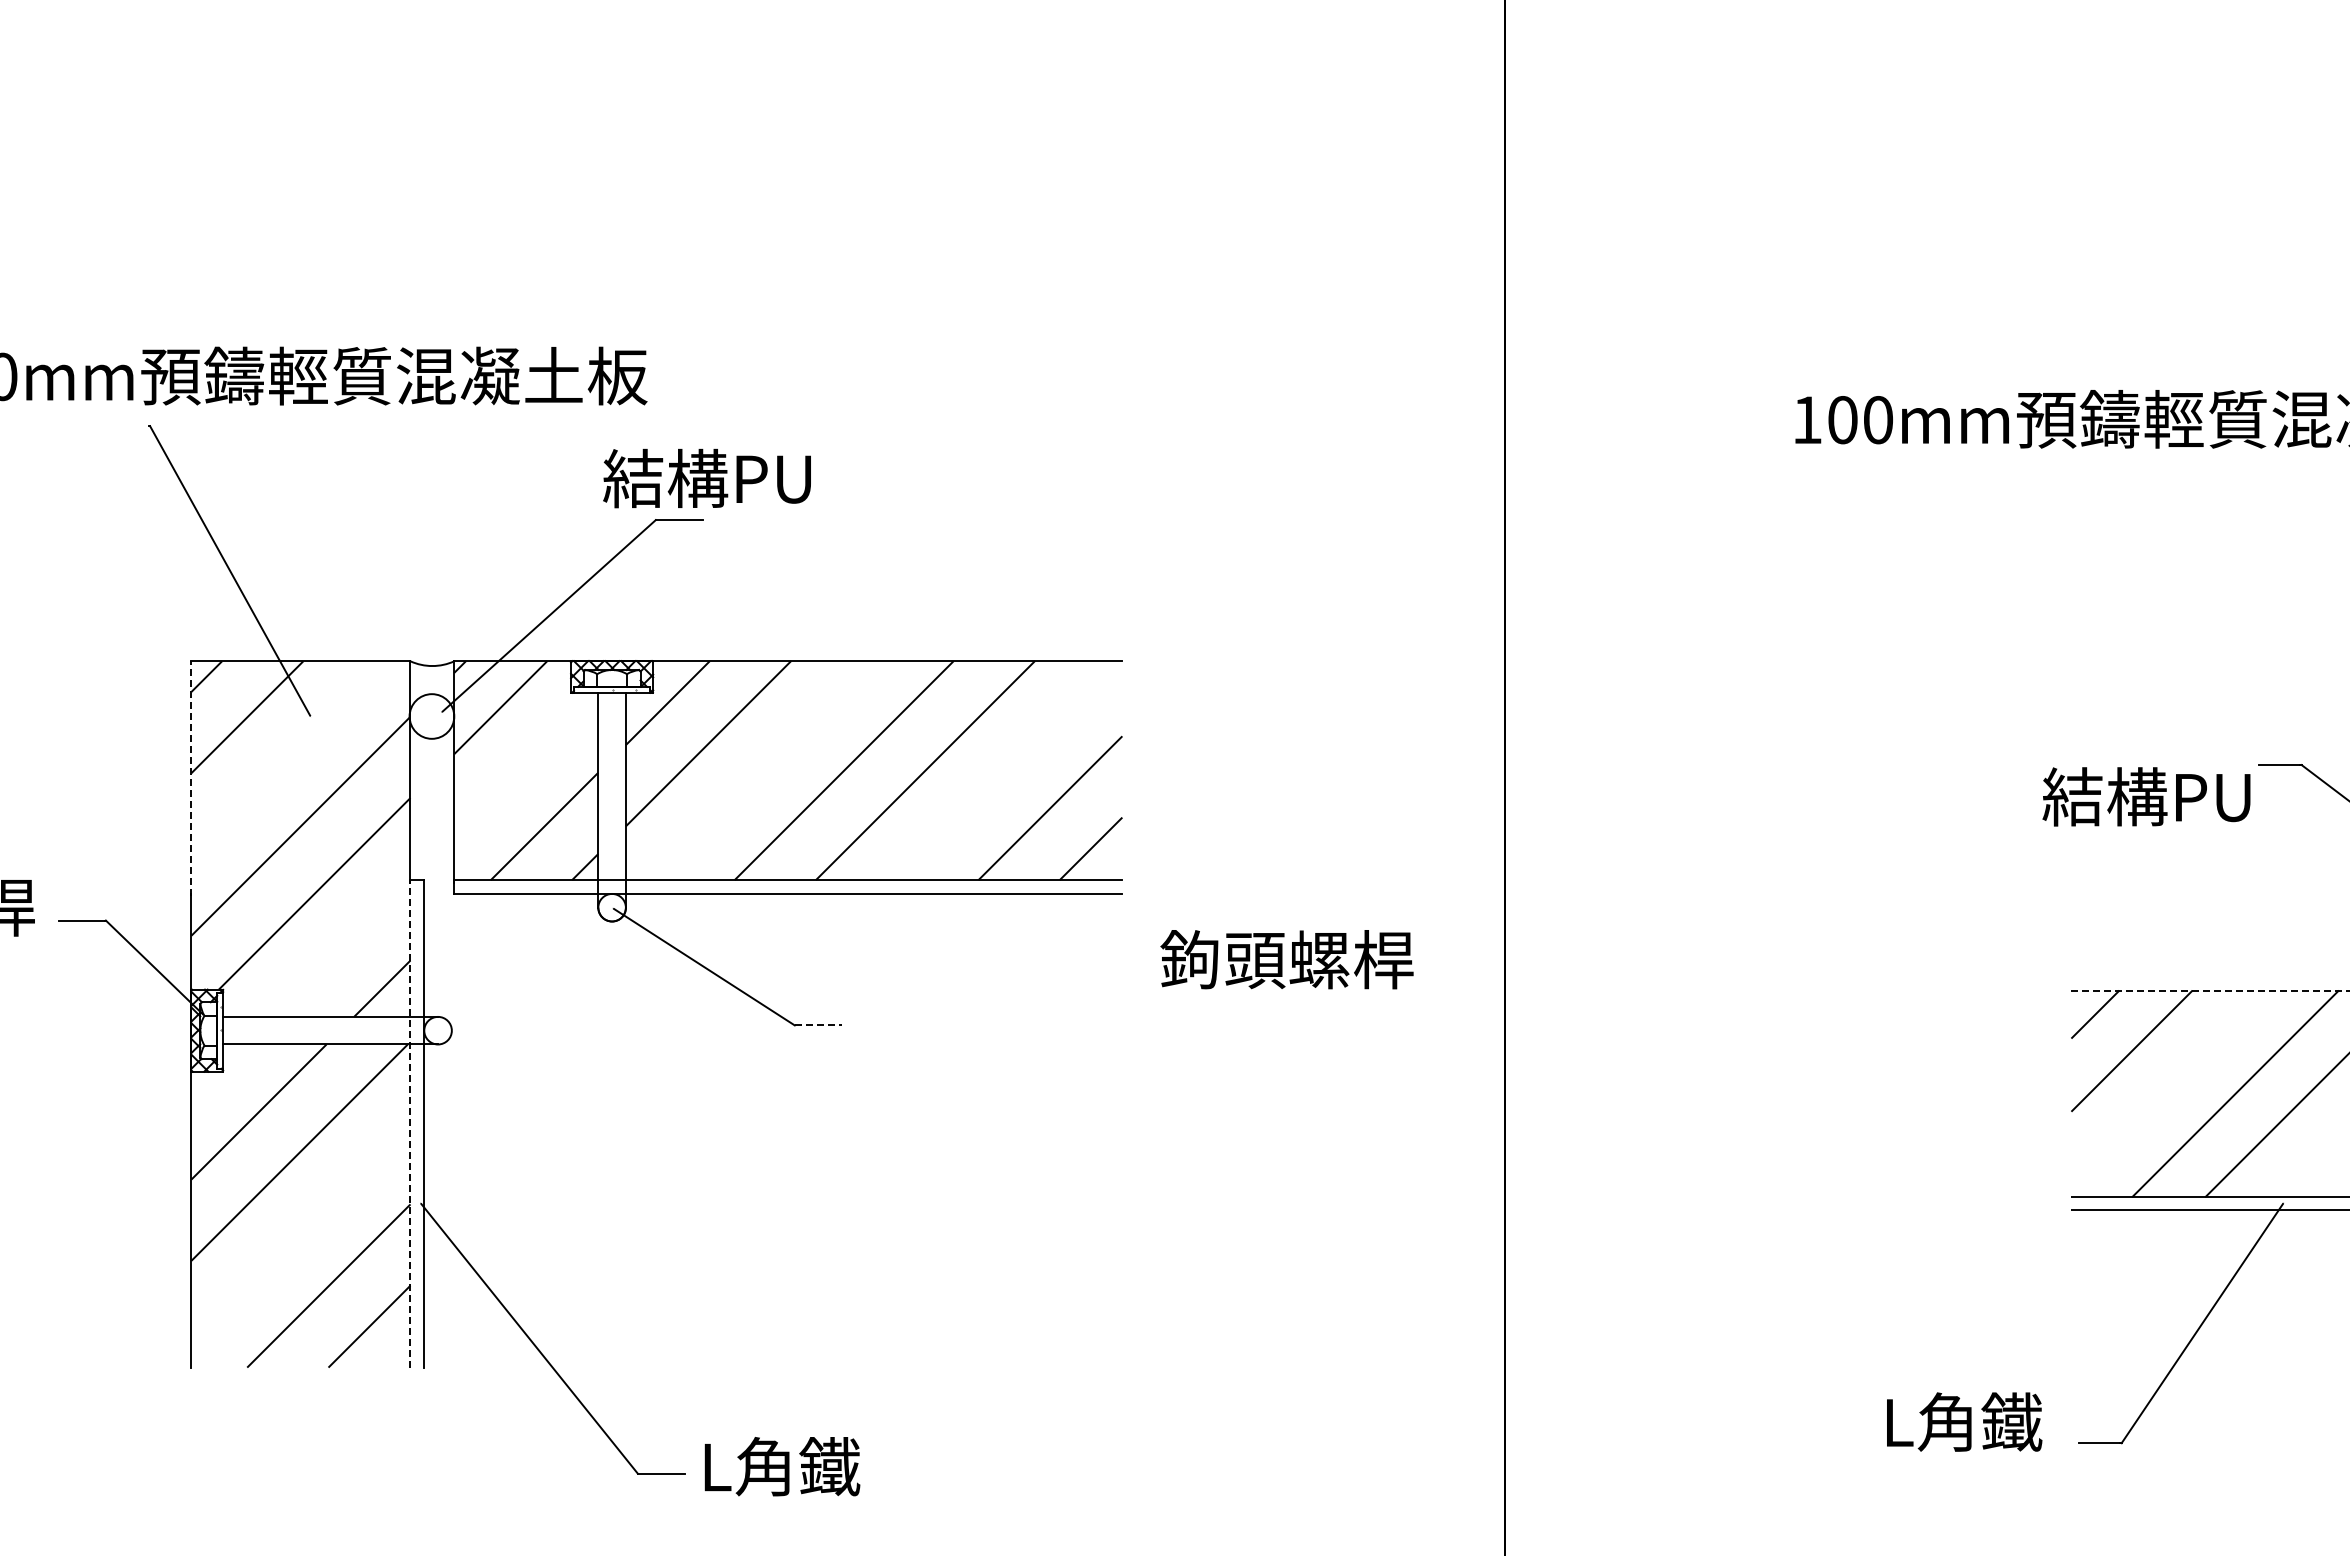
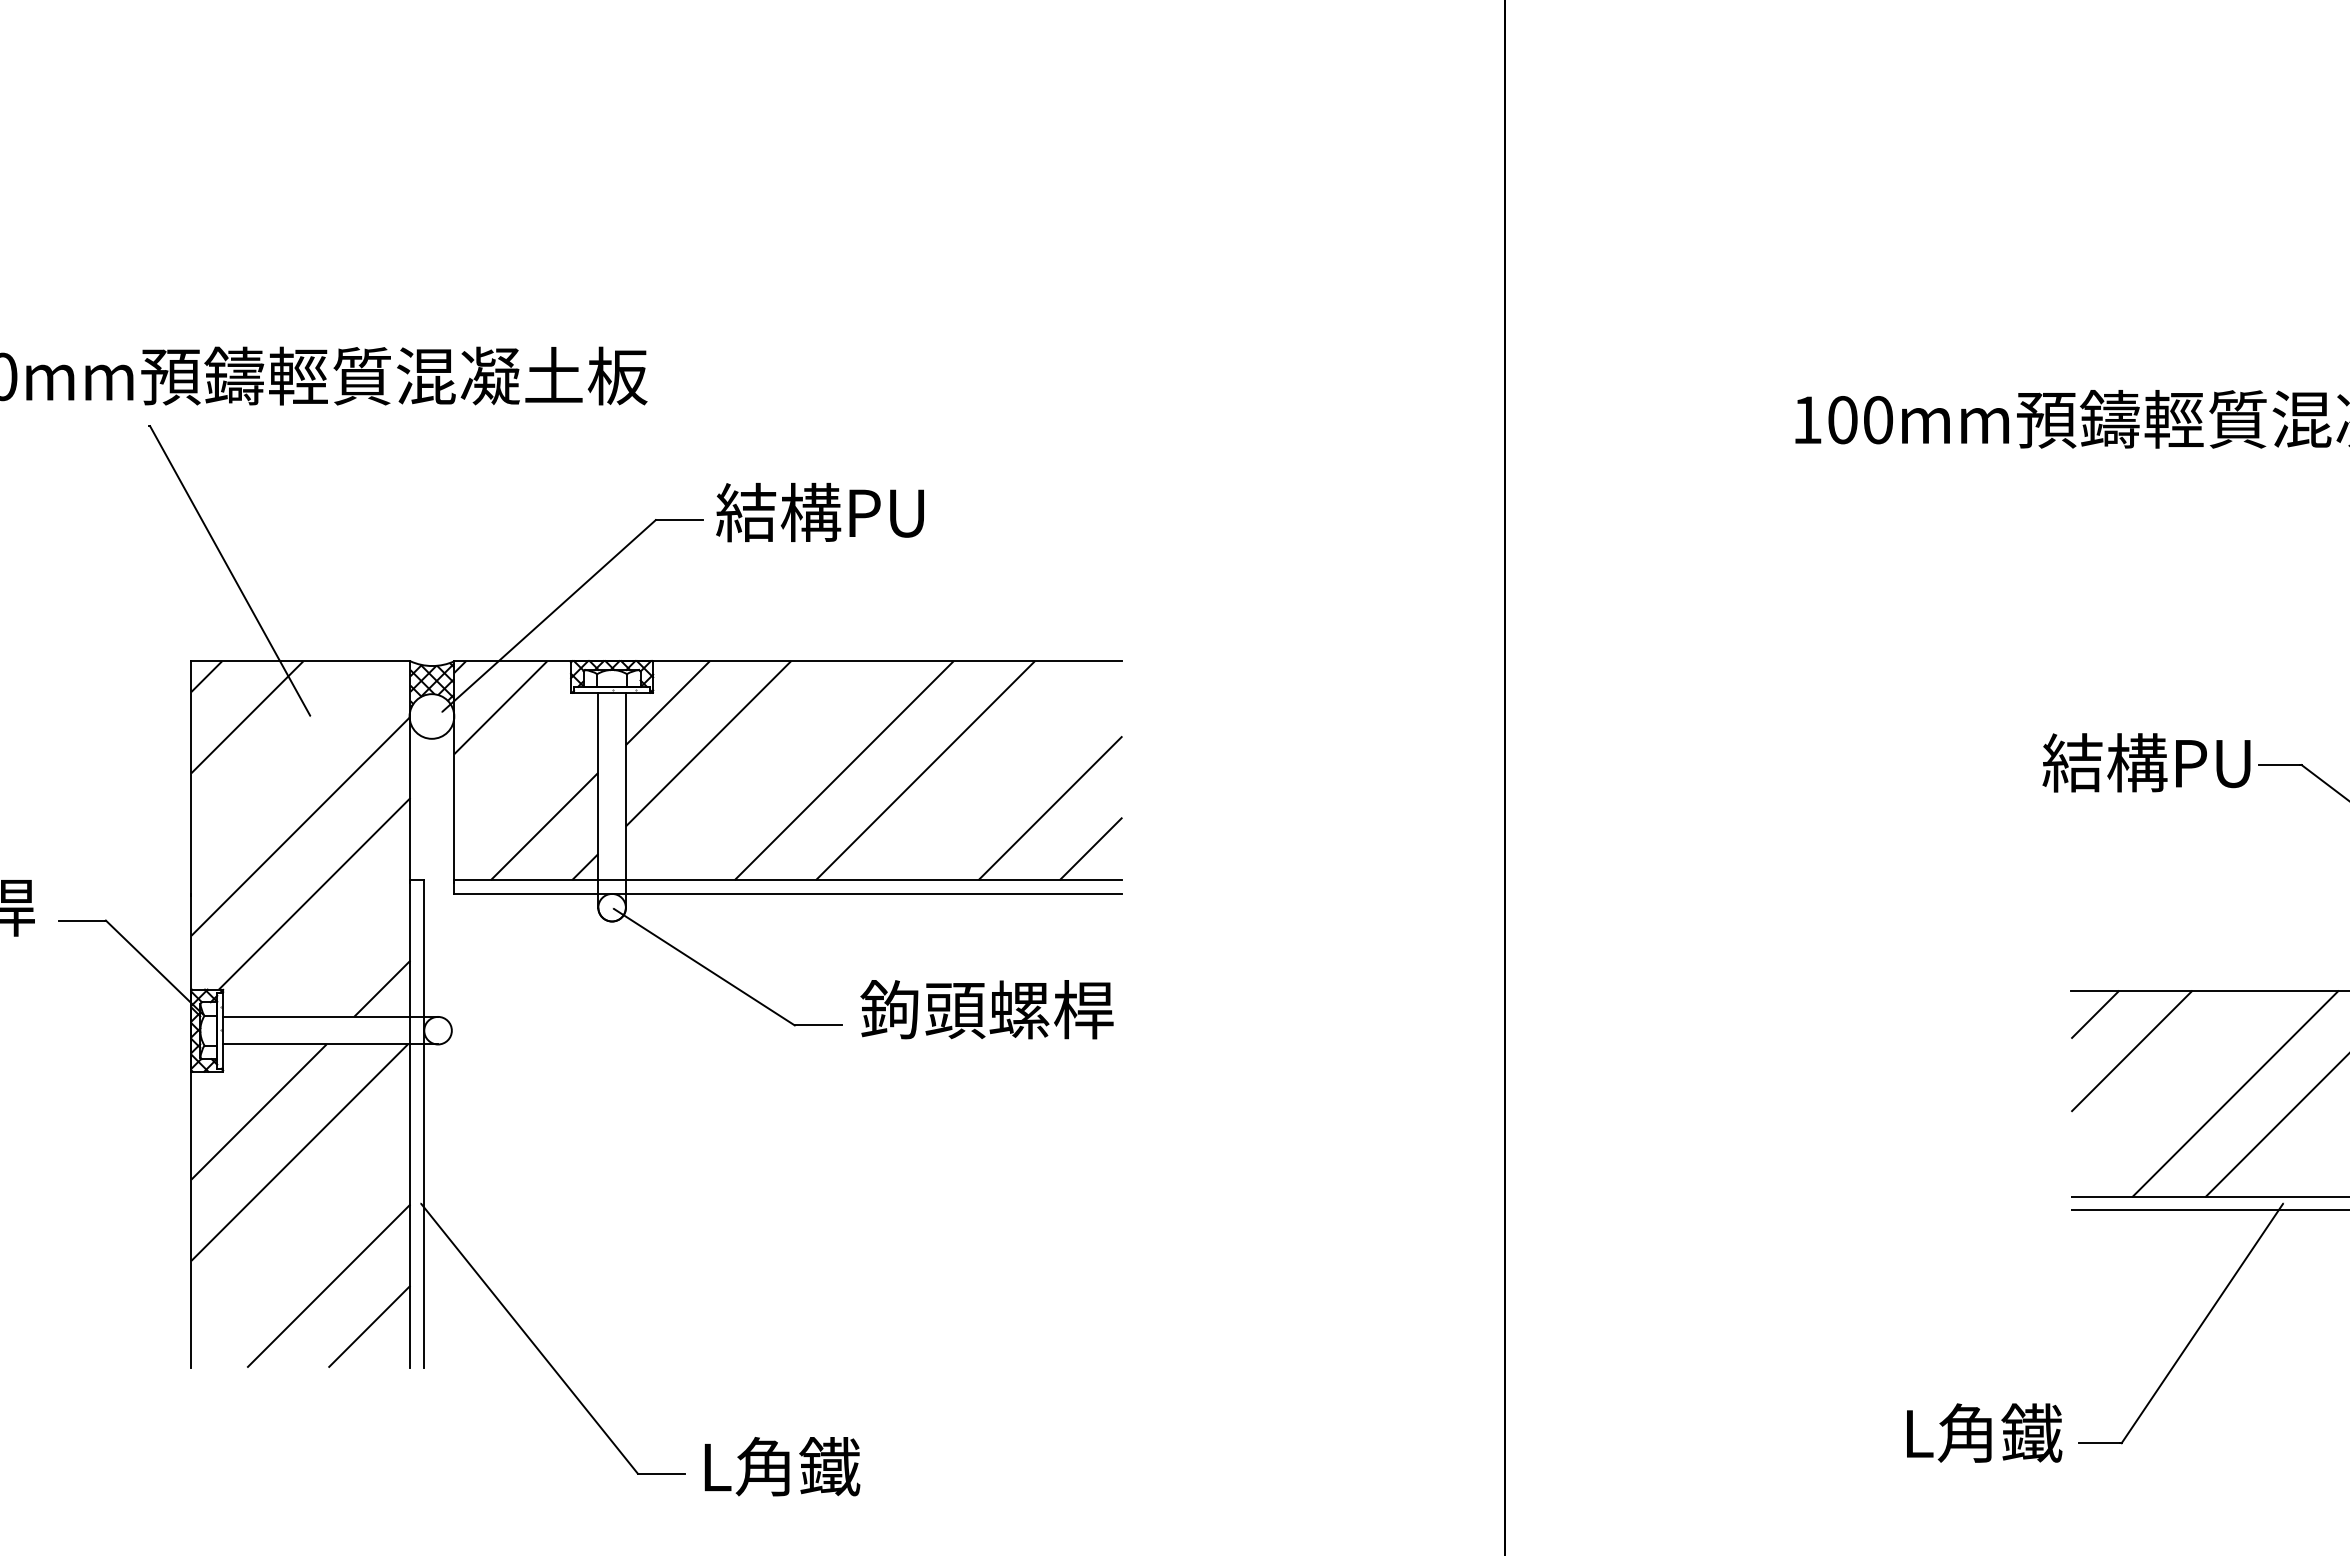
text at (706, 478) position: (706, 478) -> (819, 512)
hatch at (432, 688): none -> present
line at (191, 778): dashed -> solid
text at (2146, 796) position: (2146, 796) -> (2146, 762)
text at (1286, 959) position: (1286, 959) -> (986, 1009)
line at (2210, 990): dashed -> solid
line at (818, 1025): dashed -> solid
line at (410, 1123): dashed -> solid
text at (1964, 1421) position: (1964, 1421) -> (1984, 1432)
